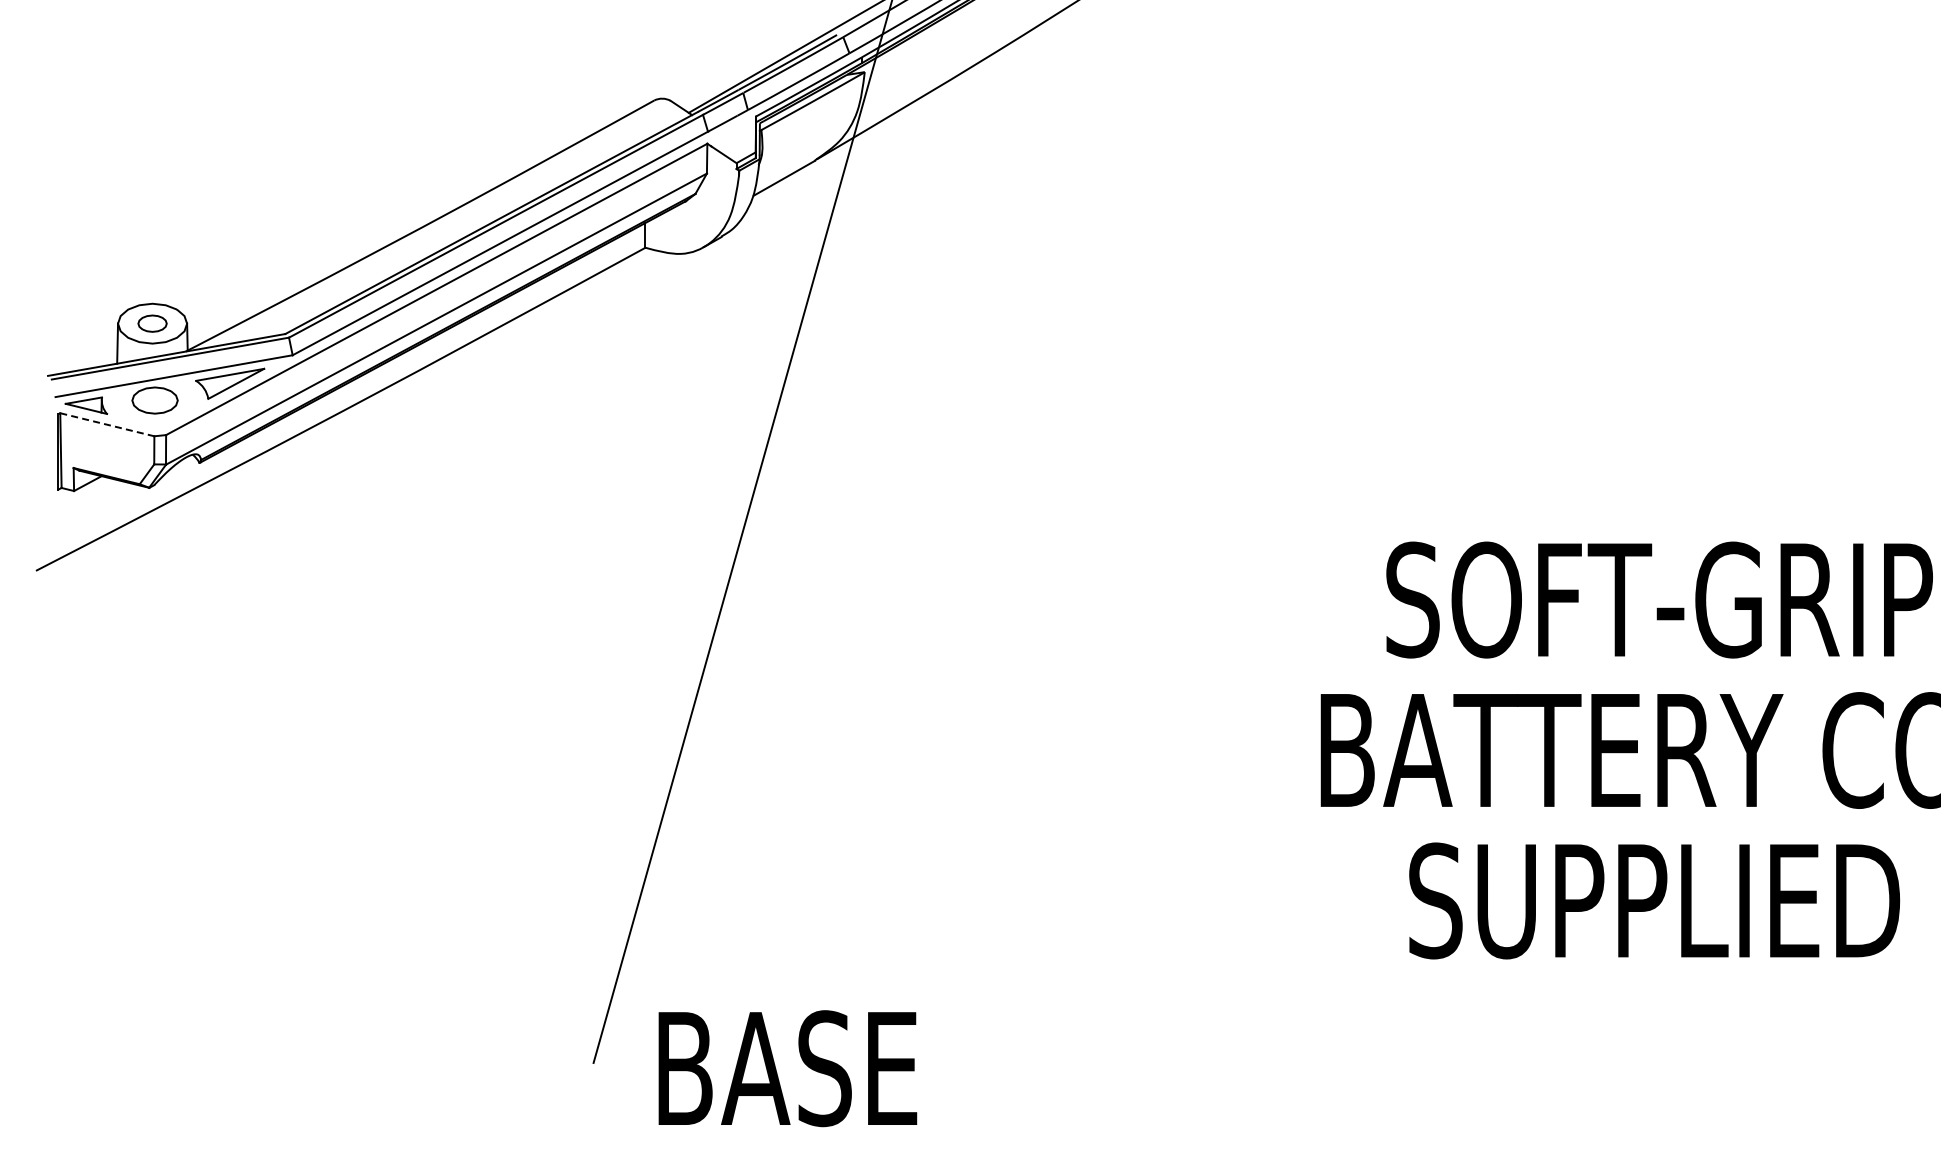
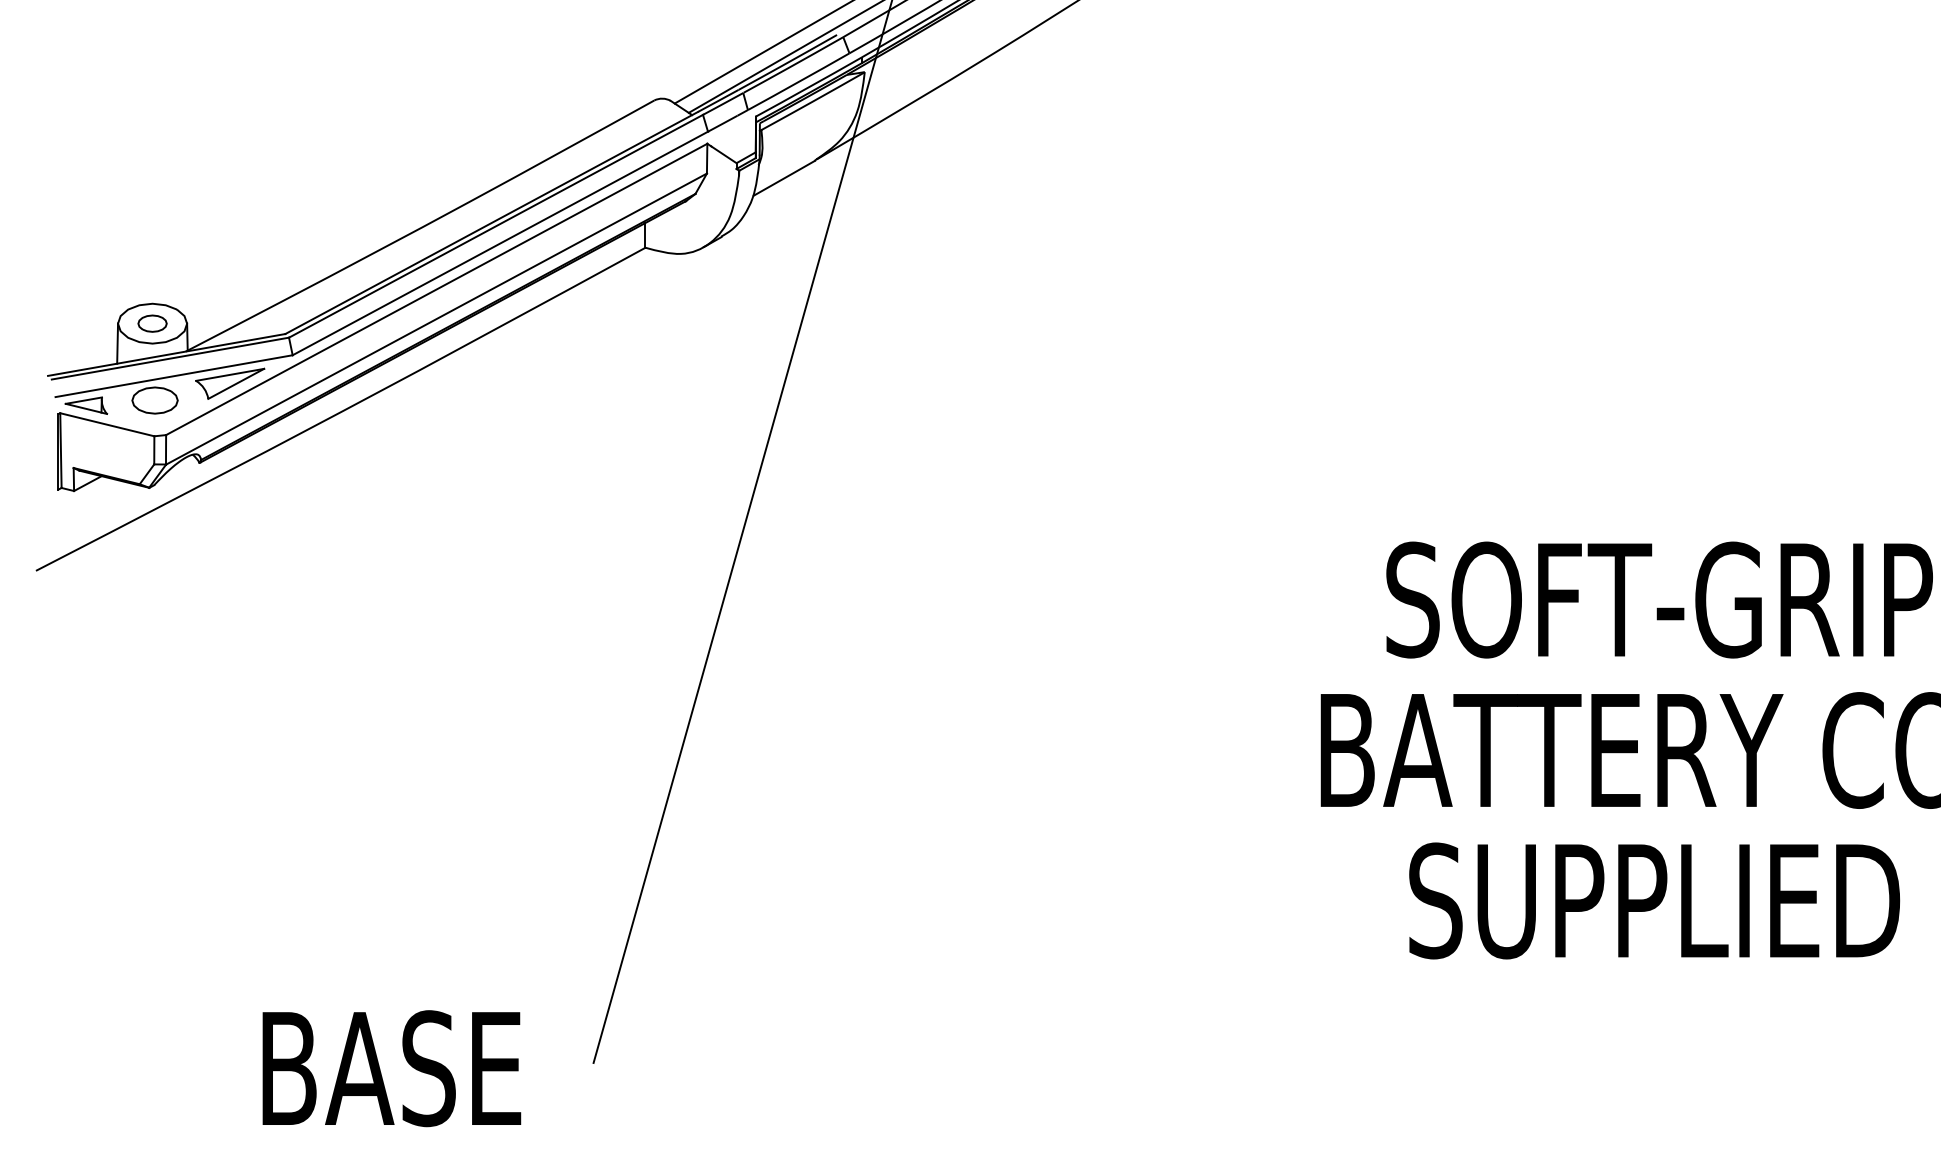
line at (762, 52): none -> present
line at (107, 424): dashed -> solid
text at (787, 1068) position: (787, 1068) -> (391, 1068)
